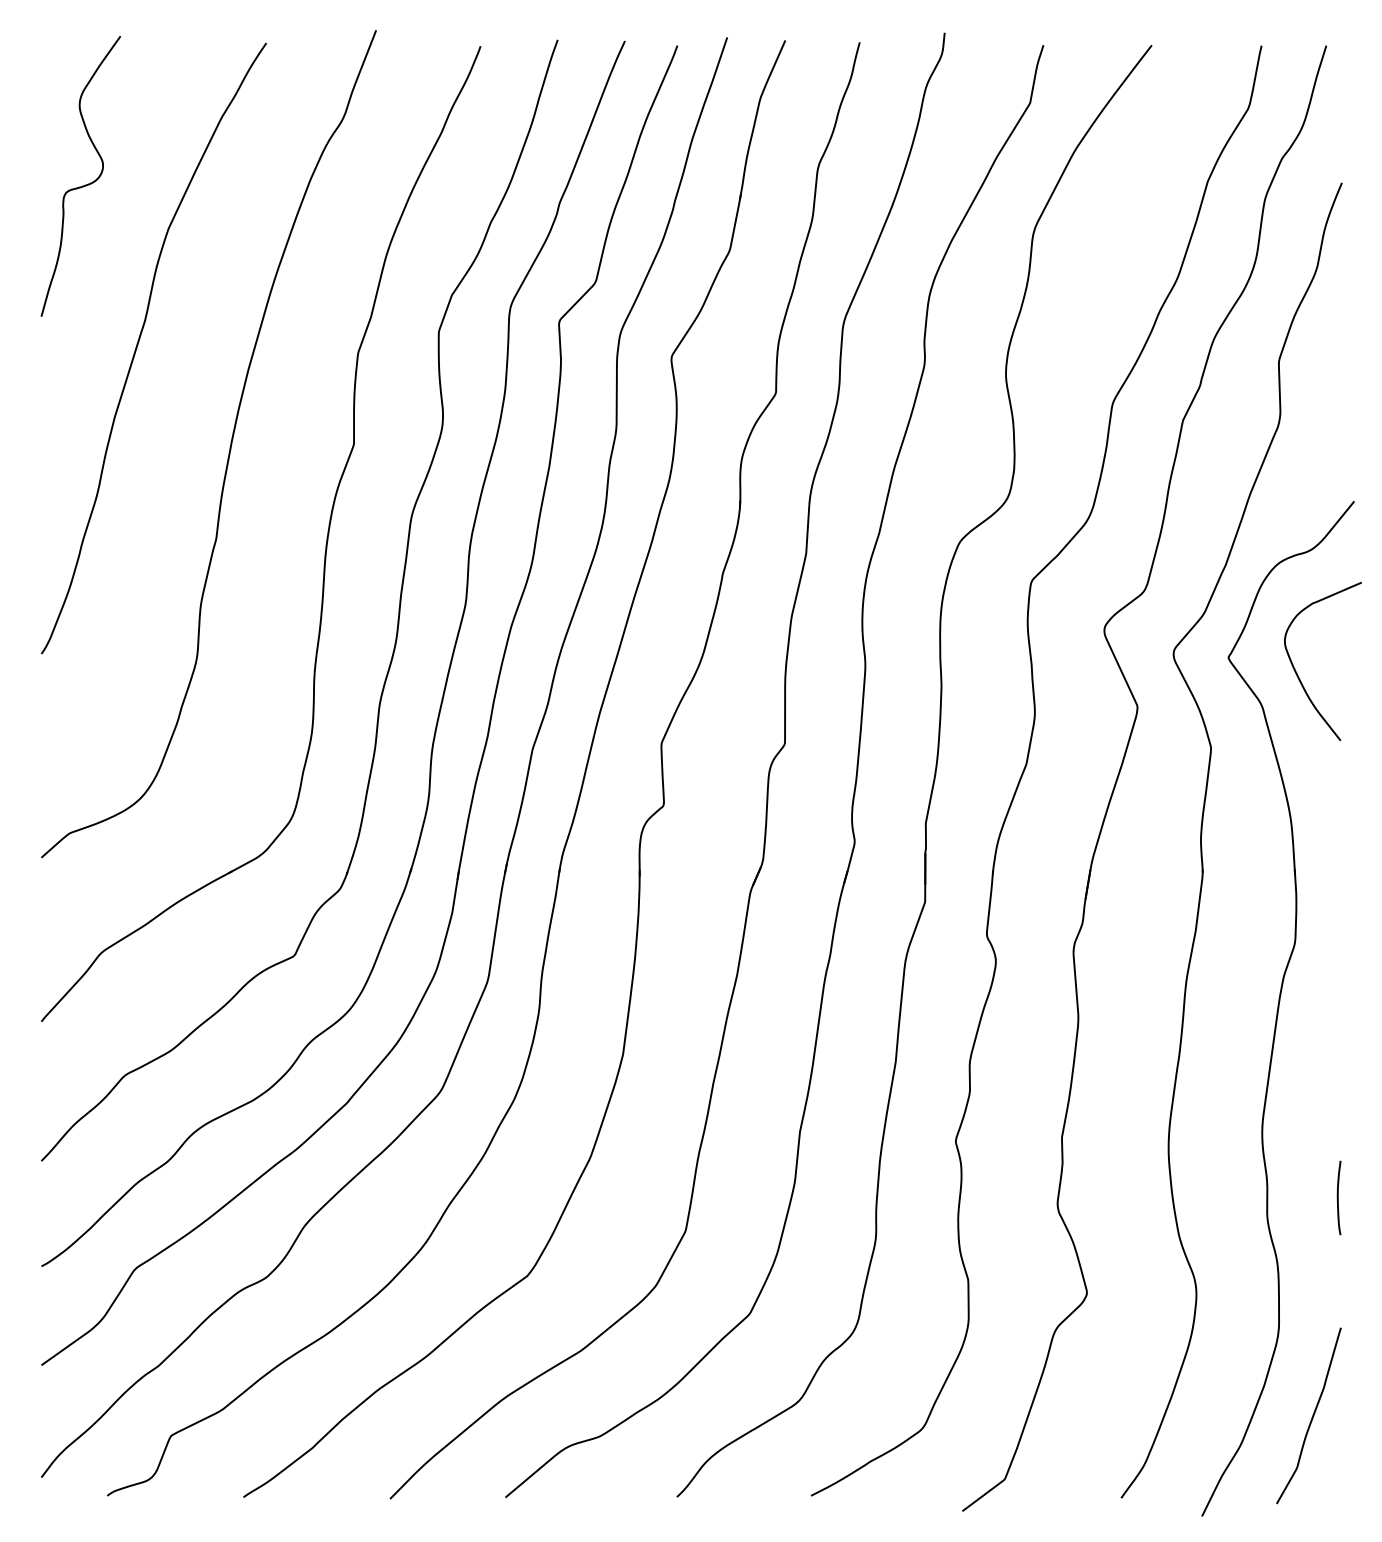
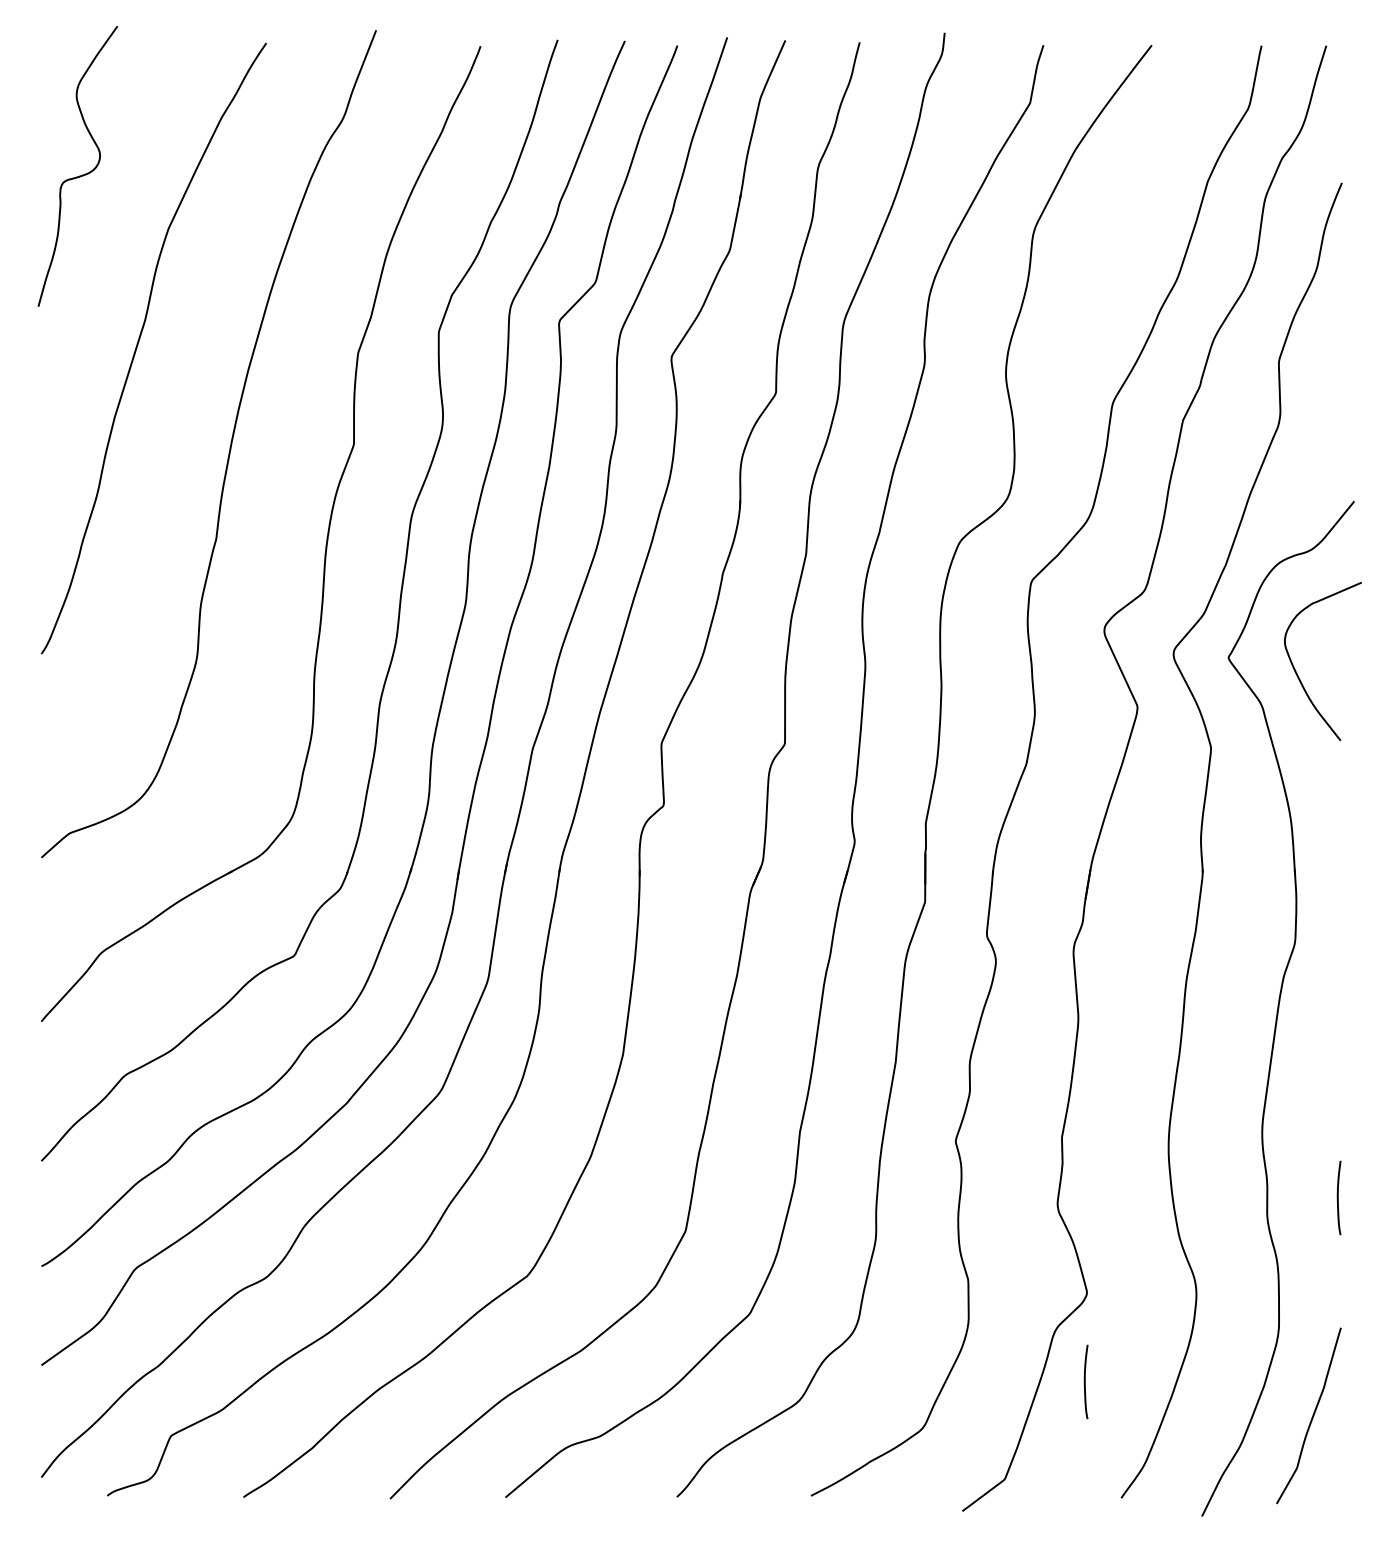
curve at (82, 185) position: (82, 185) -> (79, 175)
curve at (1085, 1381): none -> present
